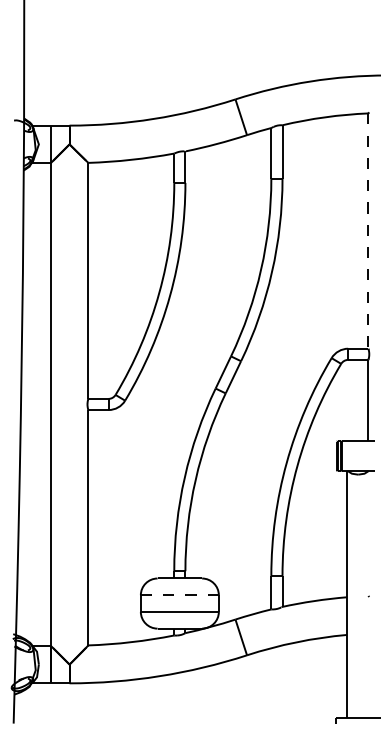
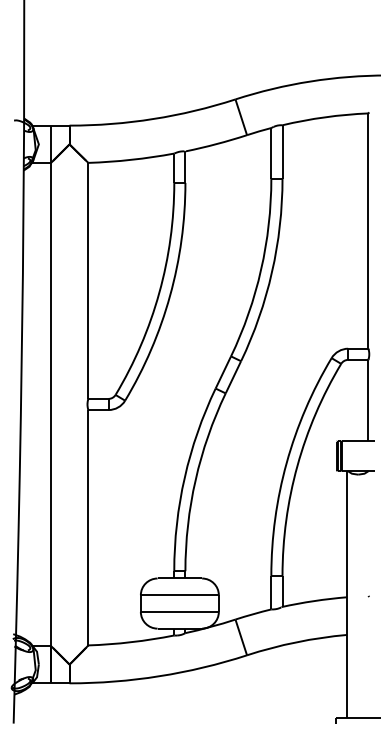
line at (368, 231): dashed -> solid
line at (175, 595): dashed -> solid
